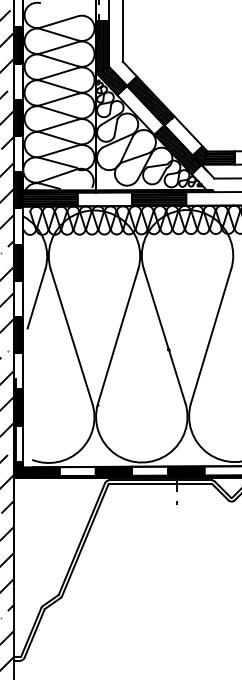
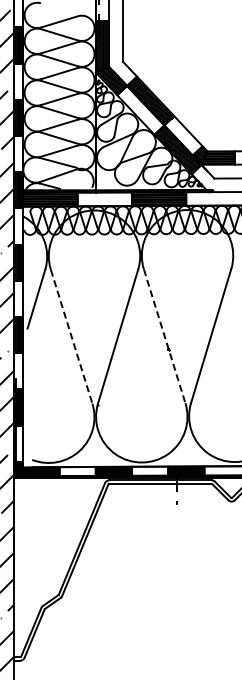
line at (164, 336): solid -> dashed
line at (71, 337): solid -> dashed
